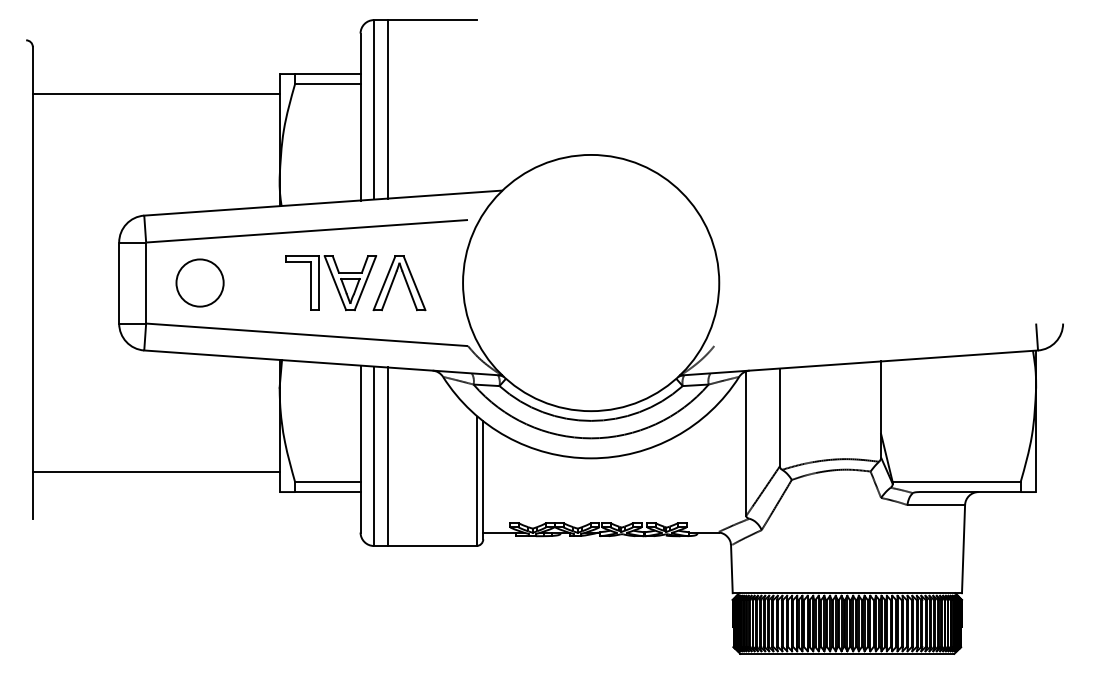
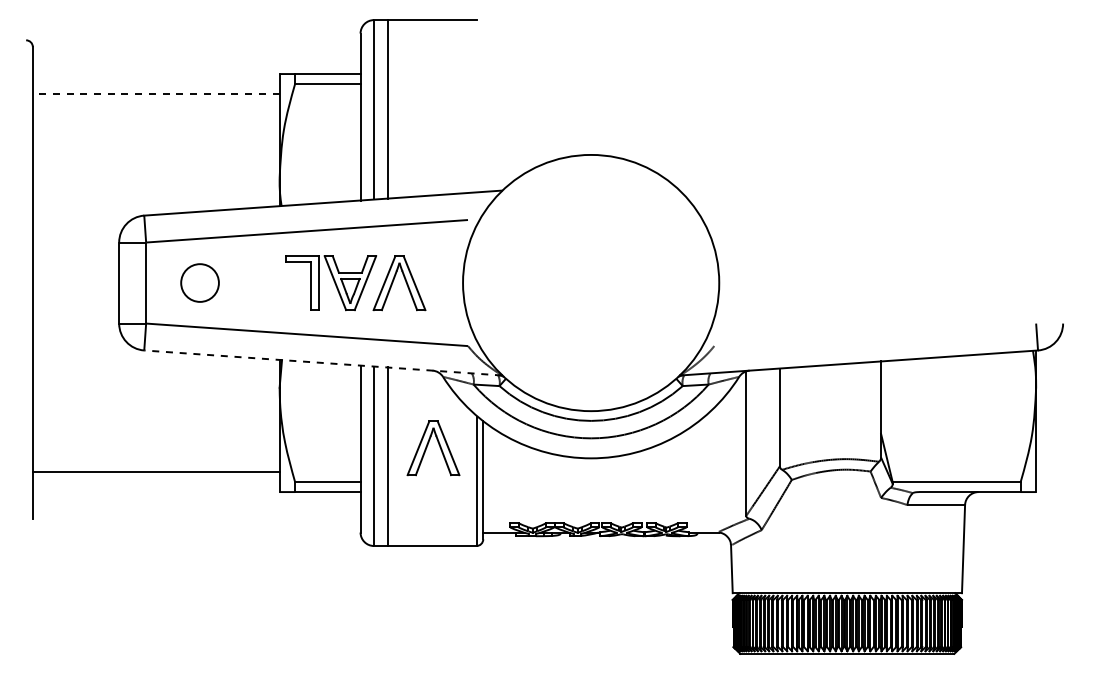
line at (155, 94): solid -> dashed
circle at (199, 282) size: 50x50 px -> 40x40 px
line at (322, 362): solid -> dashed
part at (433, 448): none -> present
